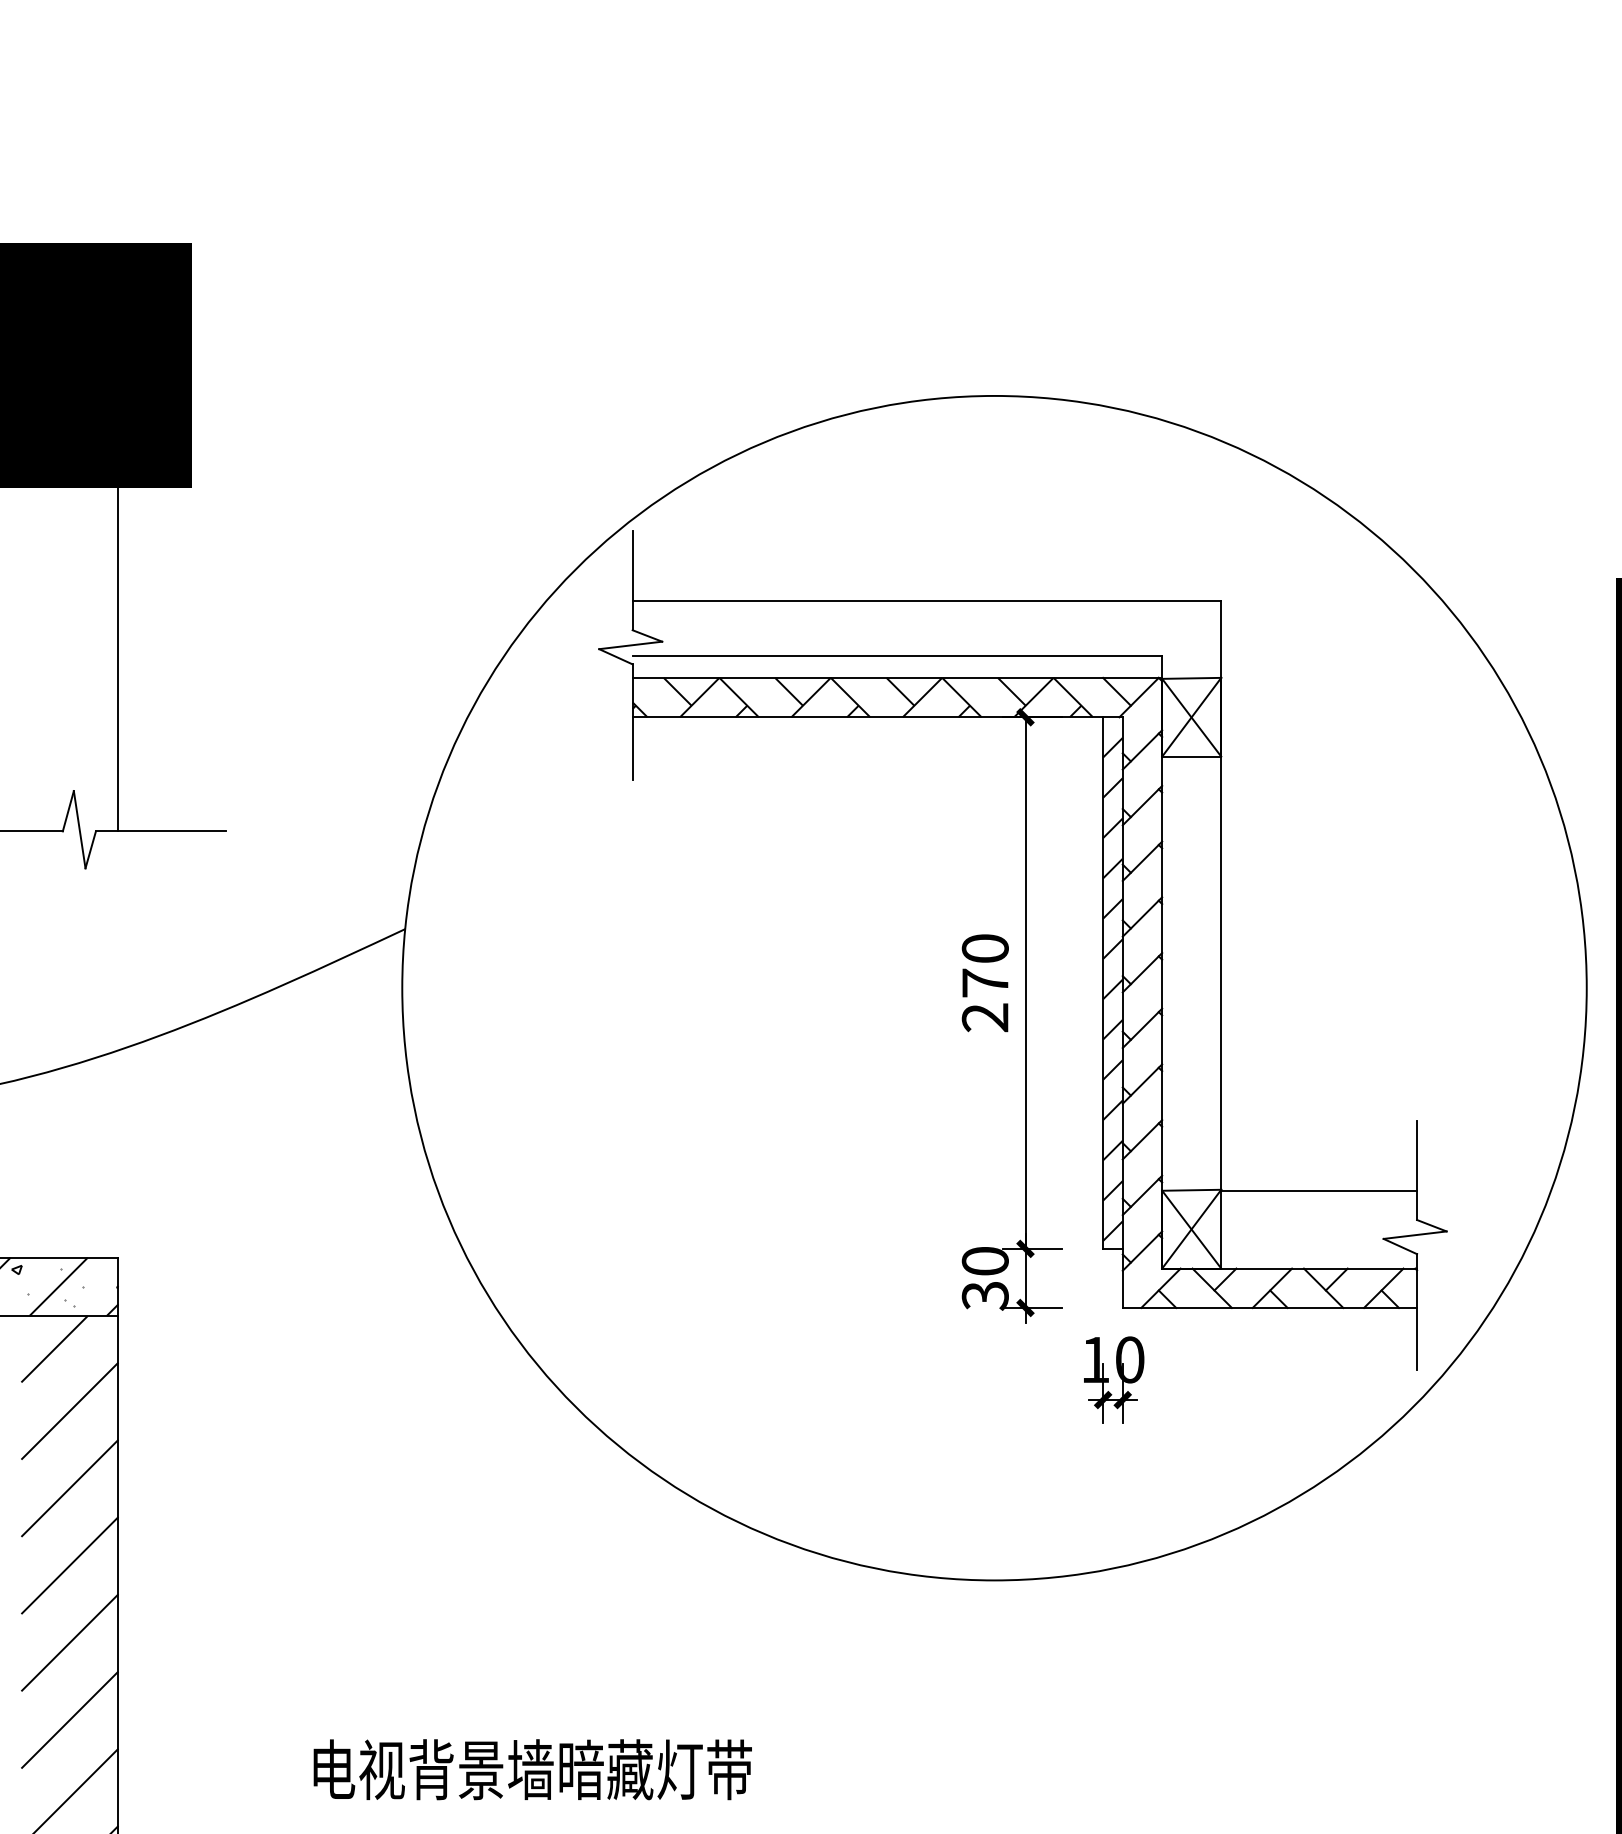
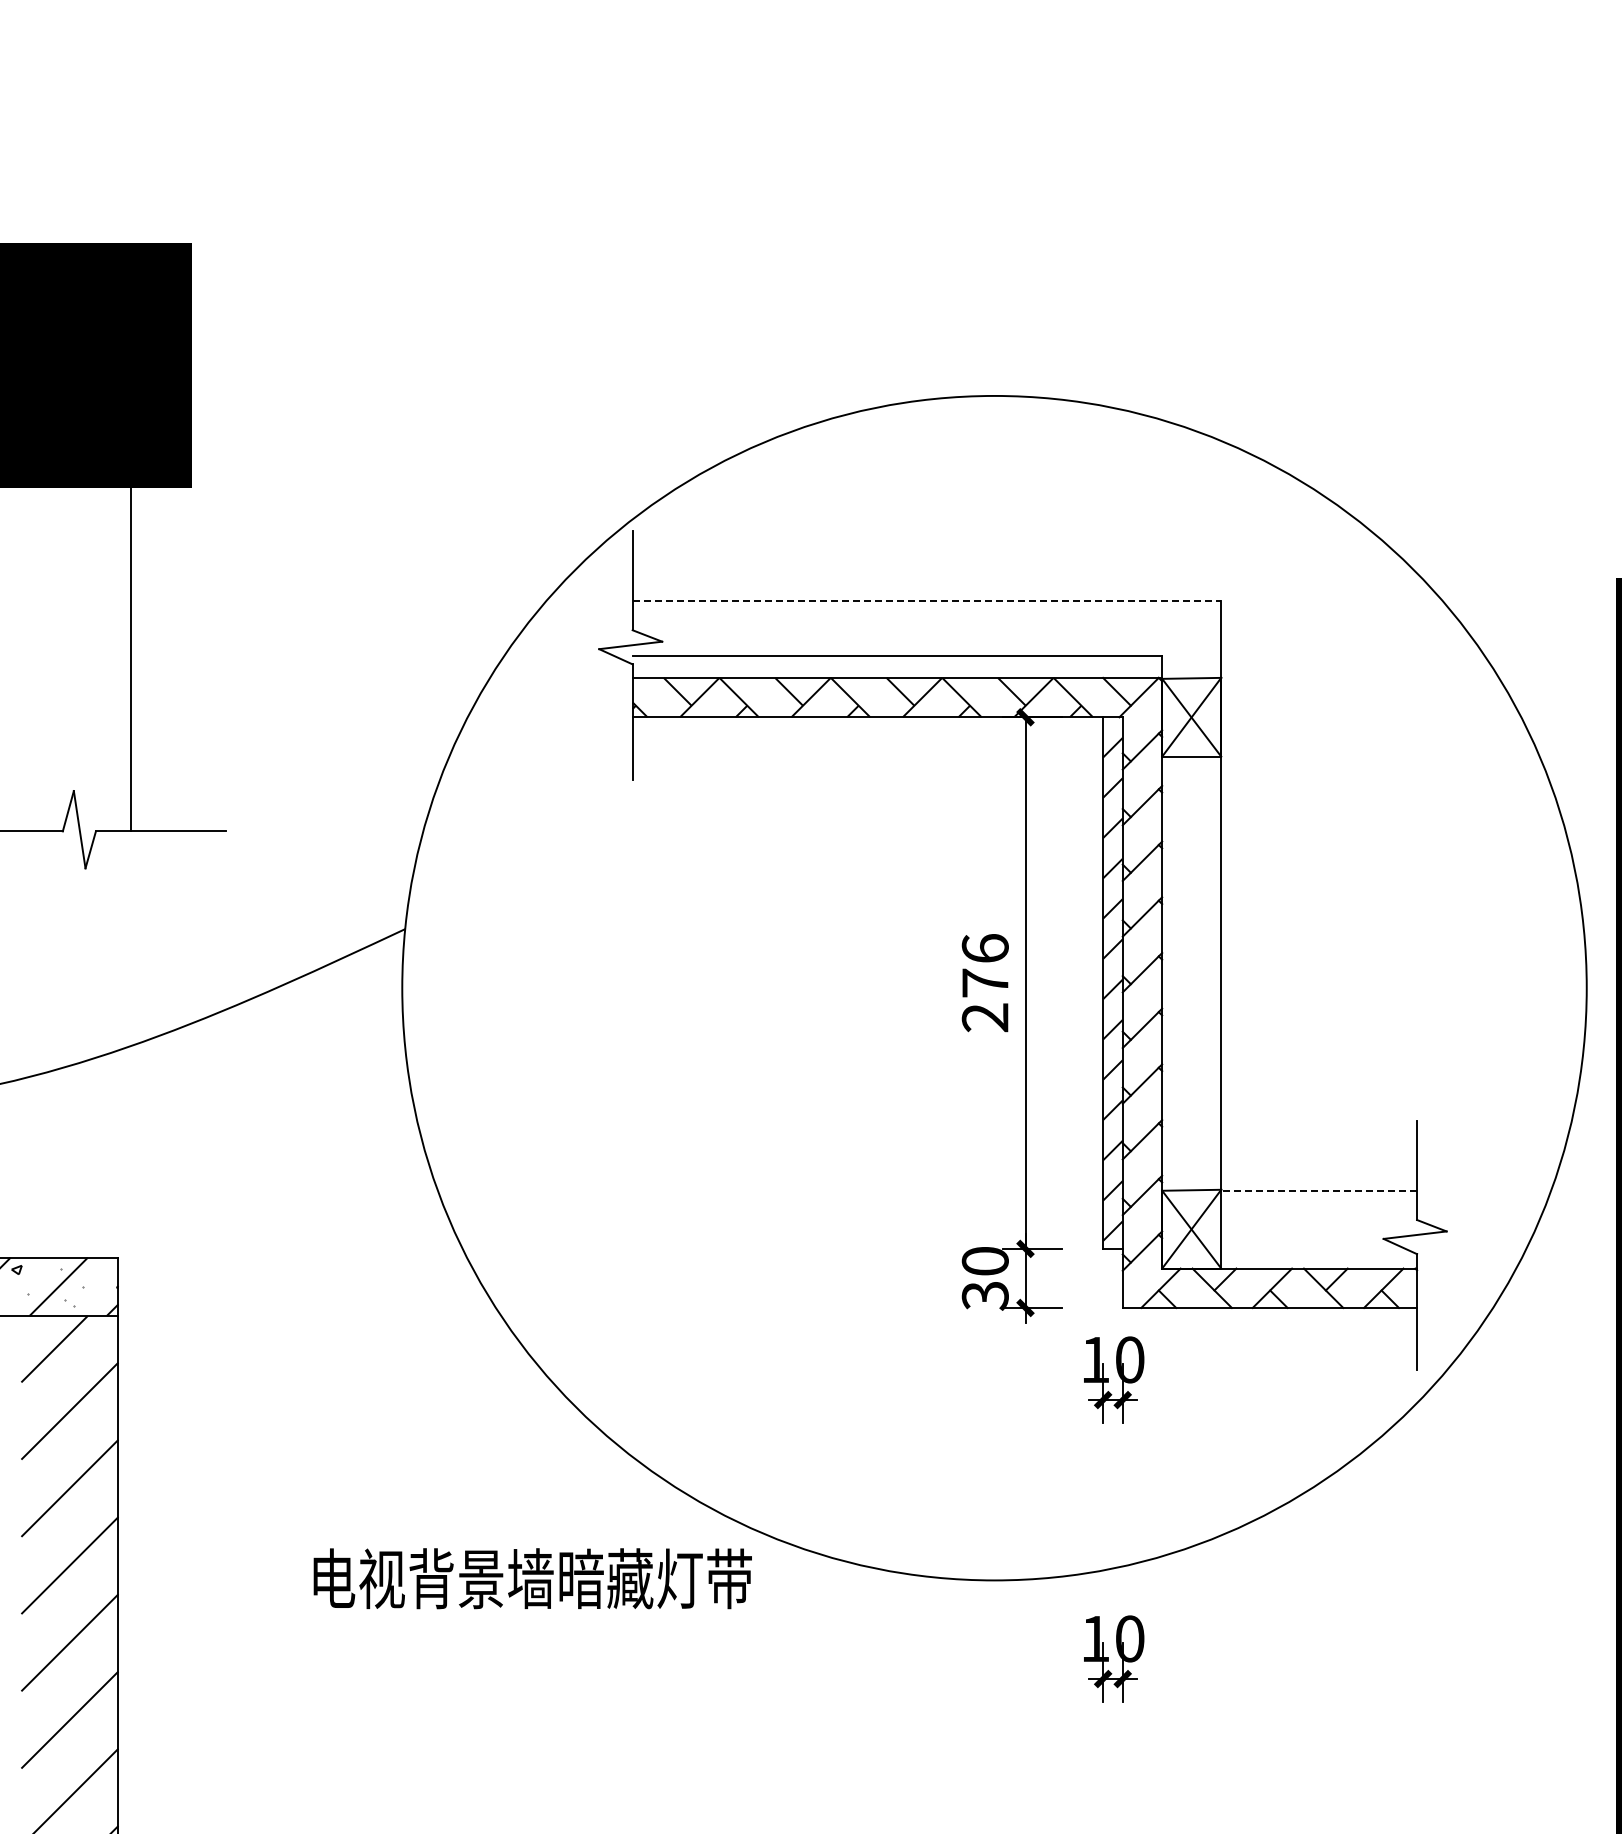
line at (927, 600): solid -> dashed
line at (118, 658) position: (118, 658) -> (131, 658)
text at (984, 948): 270 -> 276
line at (1319, 1190): solid -> dashed
part at (1114, 1658): none -> present
text at (532, 1769) position: (532, 1769) -> (532, 1578)
